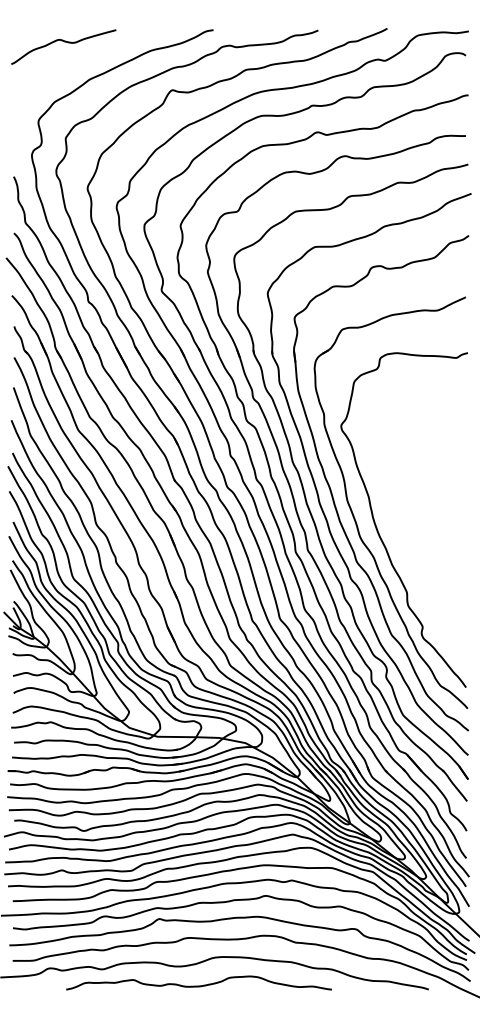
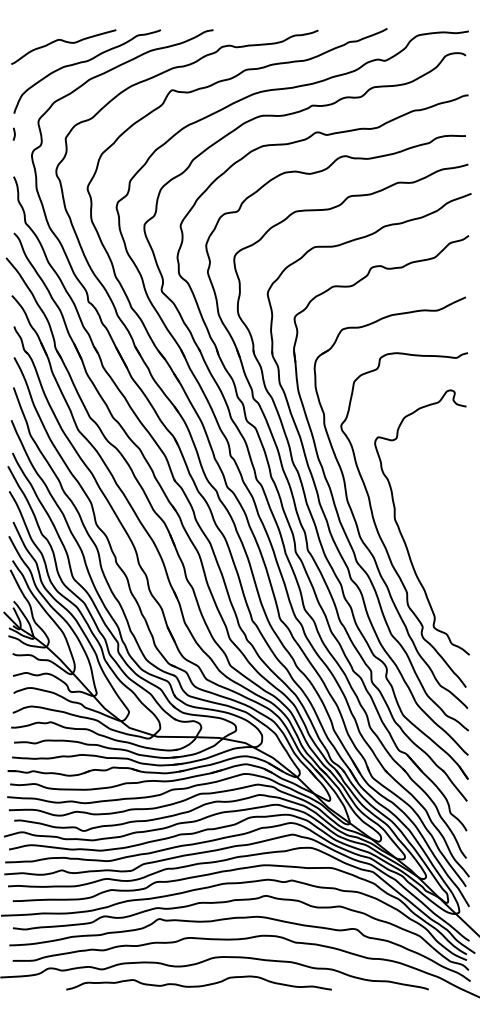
curve at (86, 62): none -> present
line at (13, 132): none -> present
curve at (400, 529): none -> present
